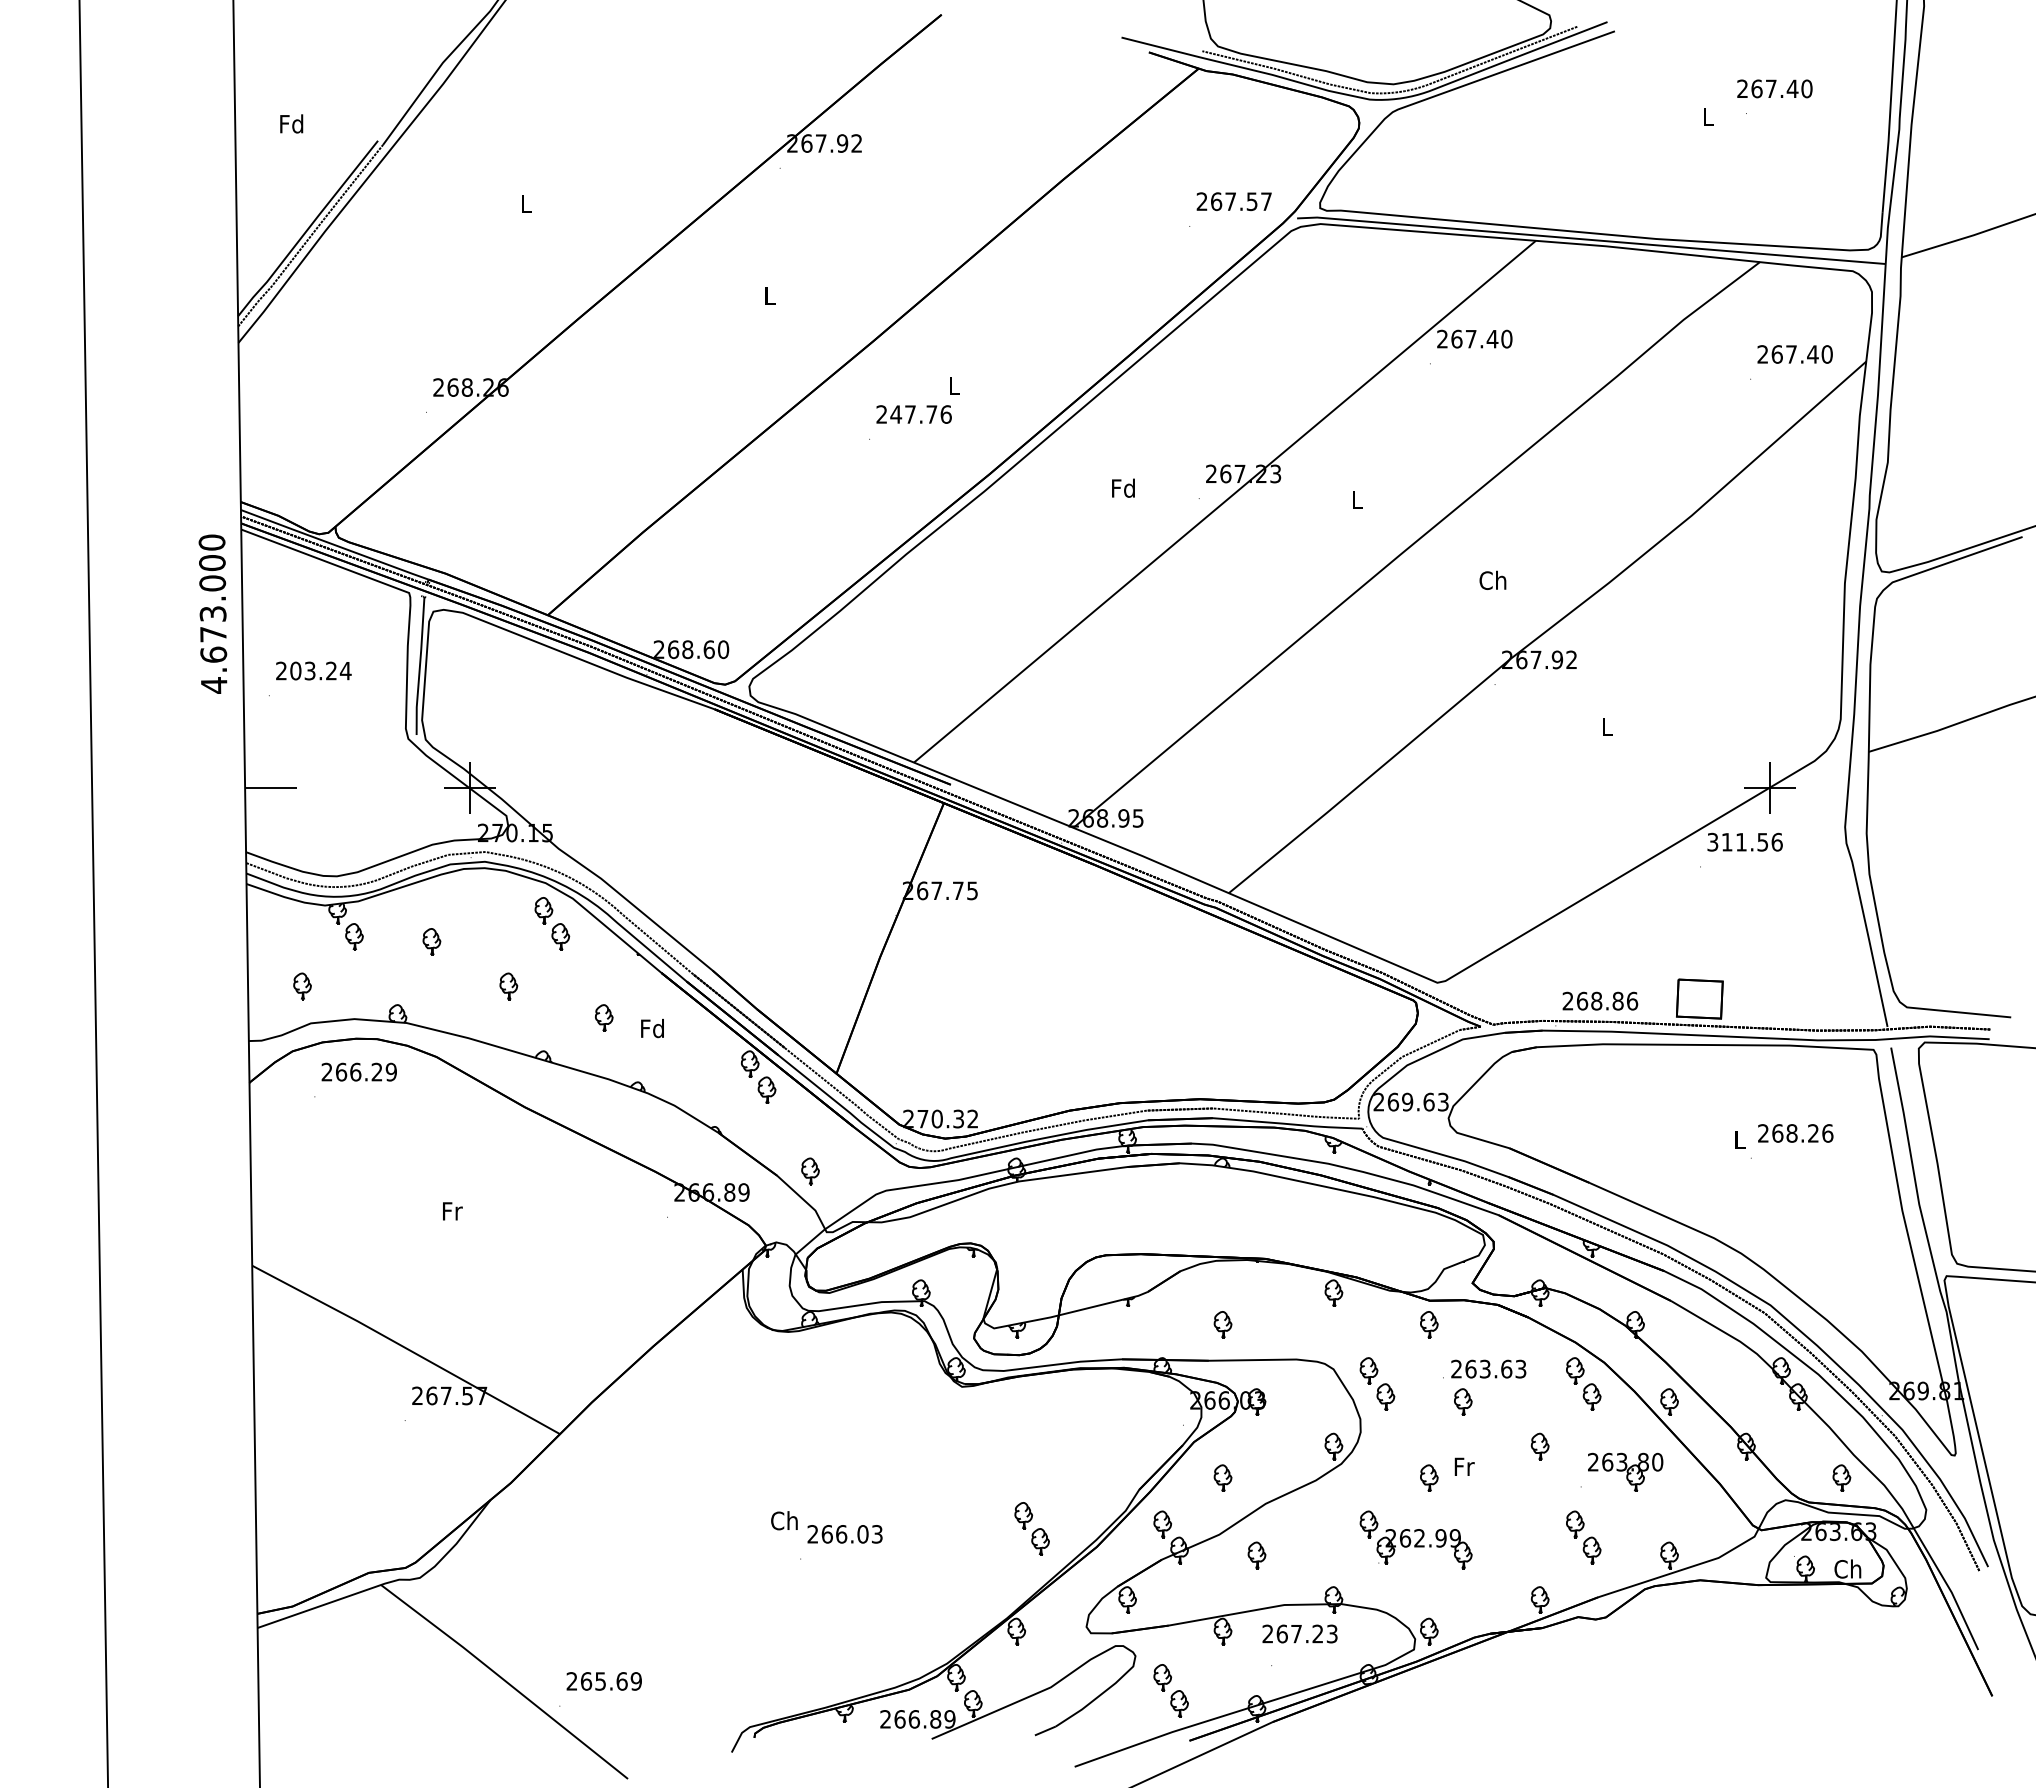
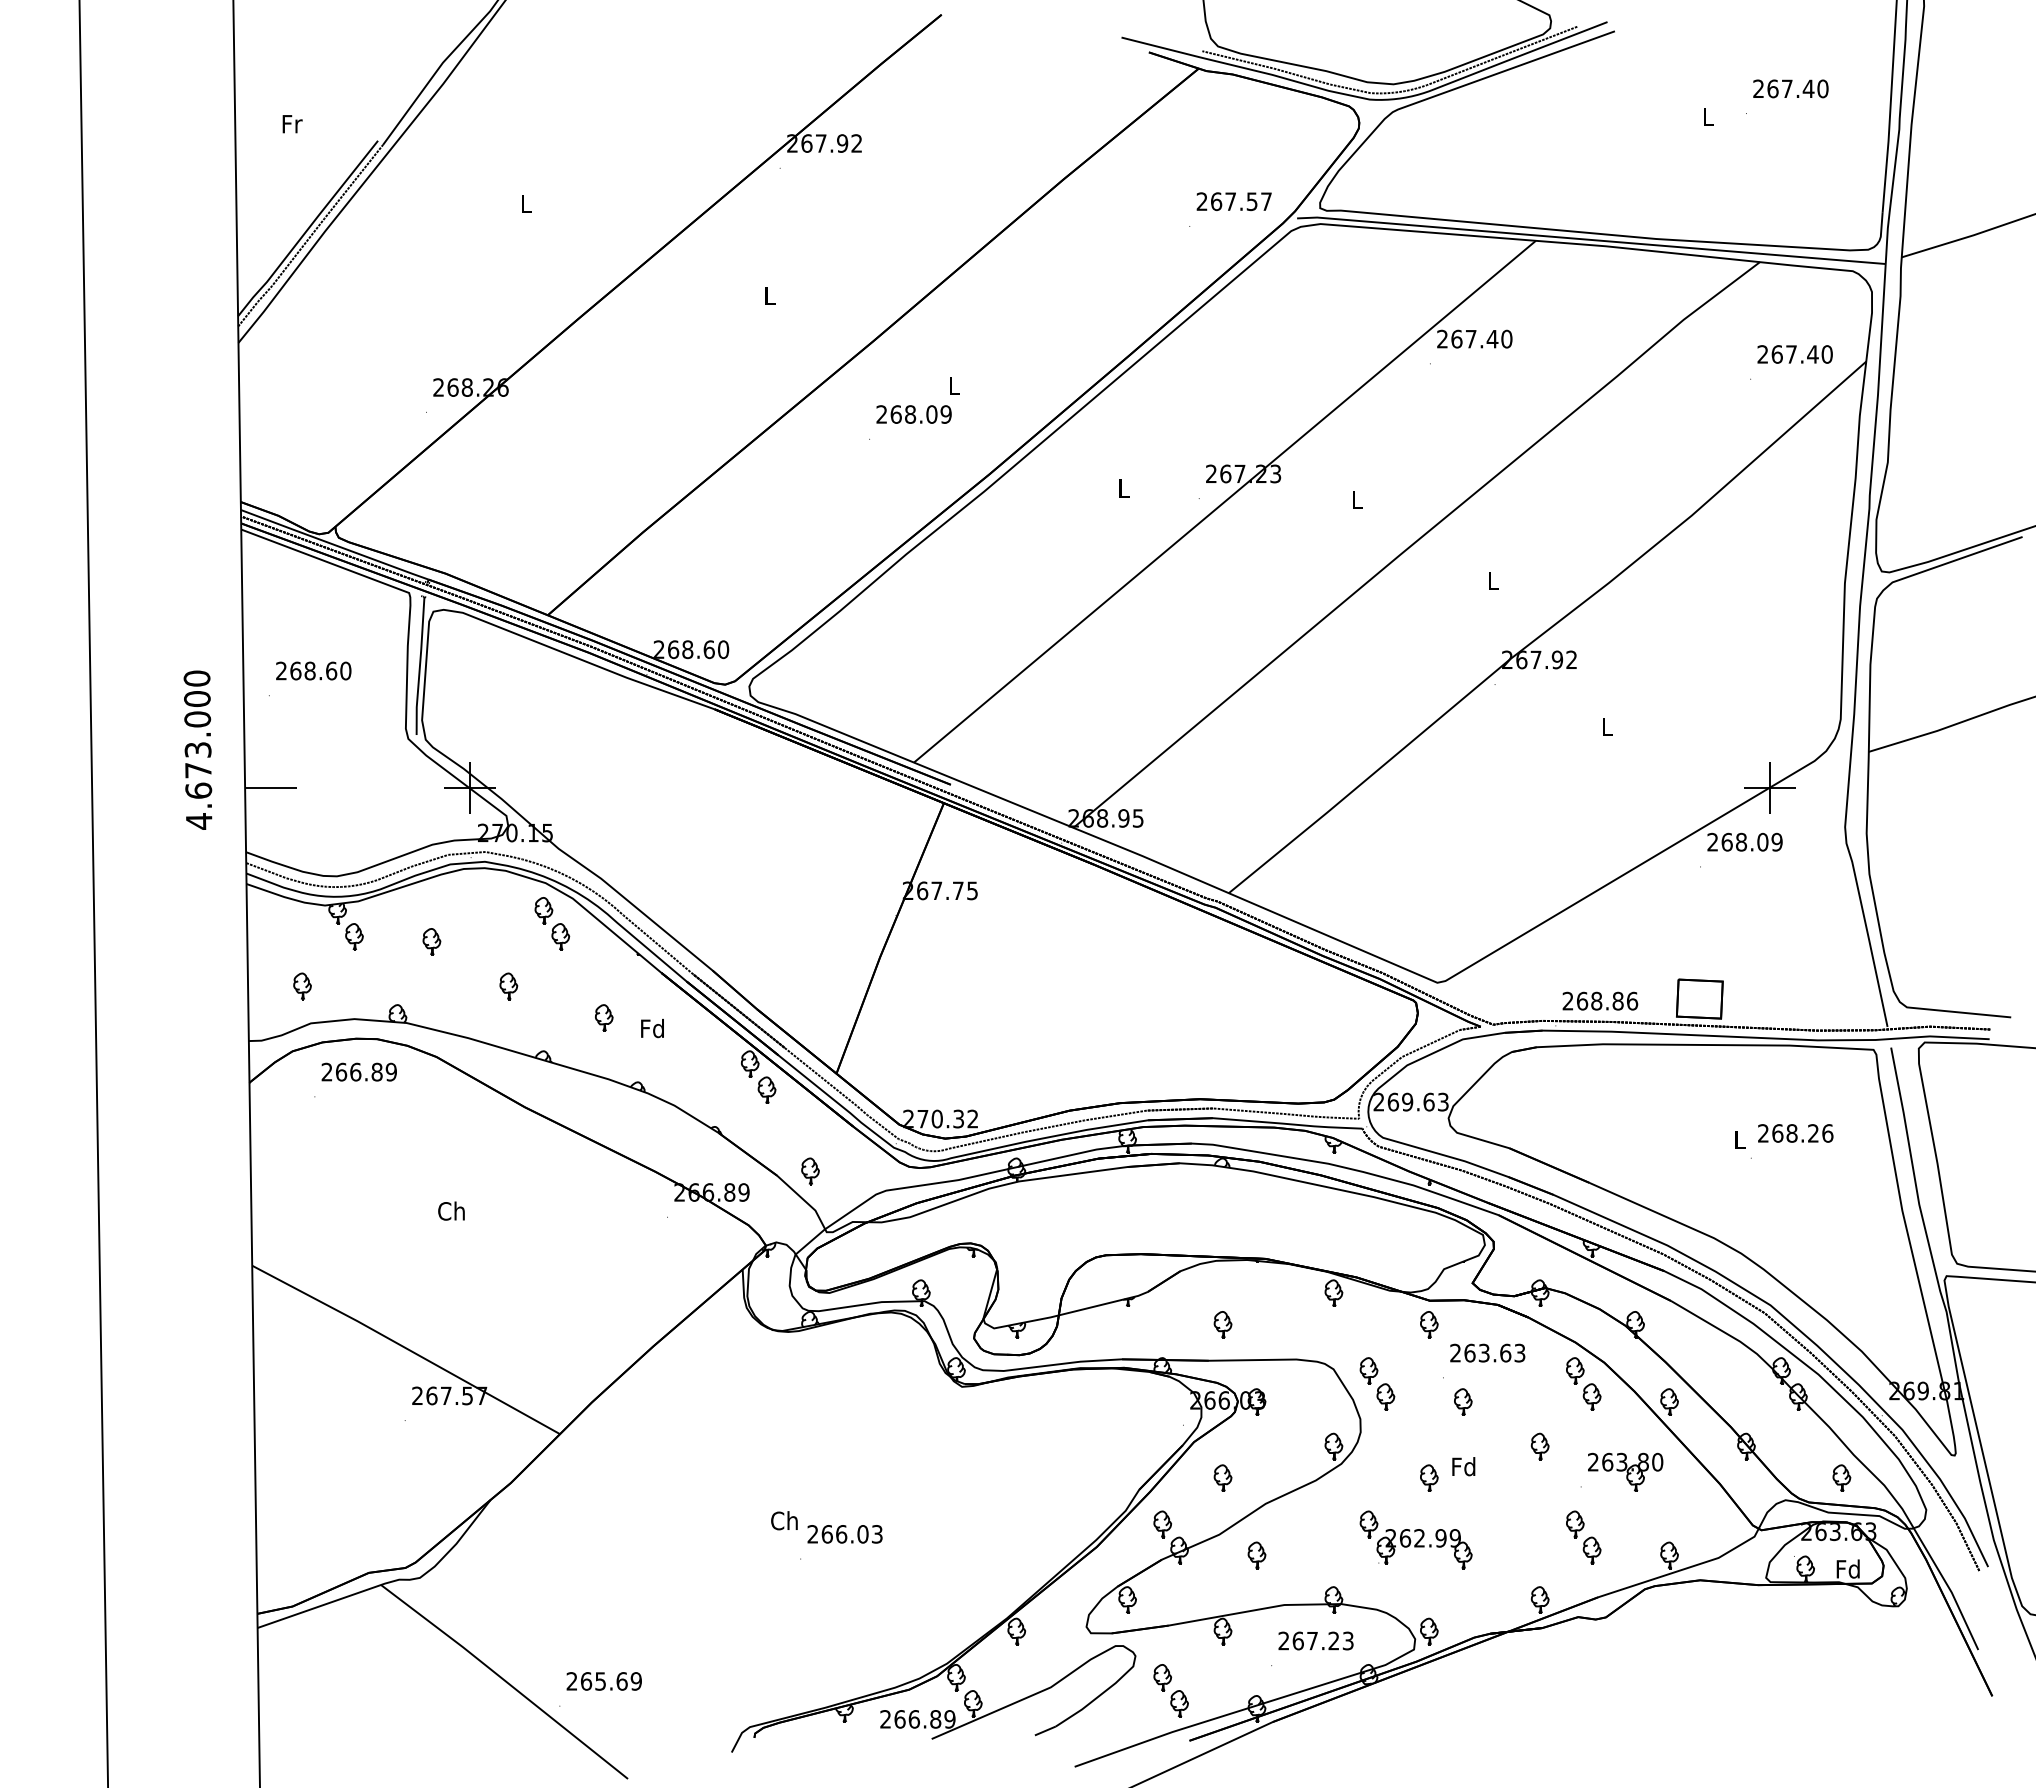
text at (1774, 88) position: (1774, 88) -> (1790, 88)
text at (291, 123): Fd -> Fr
text at (920, 414): 247.76 -> 268.09
text at (1123, 487): Fd -> L
text at (1492, 580): Ch -> L
text at (212, 613) position: (212, 613) -> (197, 749)
text at (320, 670): 203.24 -> 268.60
text at (1744, 841): 311.56 -> 268.09
text at (376, 1071): 266.29 -> 266.89
text at (451, 1210): Fr -> Ch
text at (1488, 1368) position: (1488, 1368) -> (1487, 1352)
text at (1463, 1466): Fr -> Fd
part at (1031, 1528): present -> none
text at (1847, 1568): Ch -> Fd
text at (1299, 1633) position: (1299, 1633) -> (1315, 1640)
